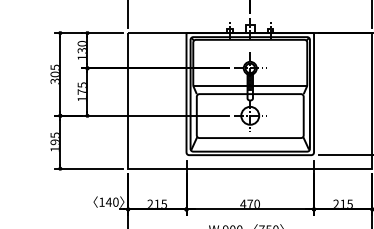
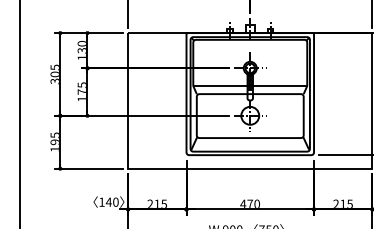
line at (19, 113): none -> present
